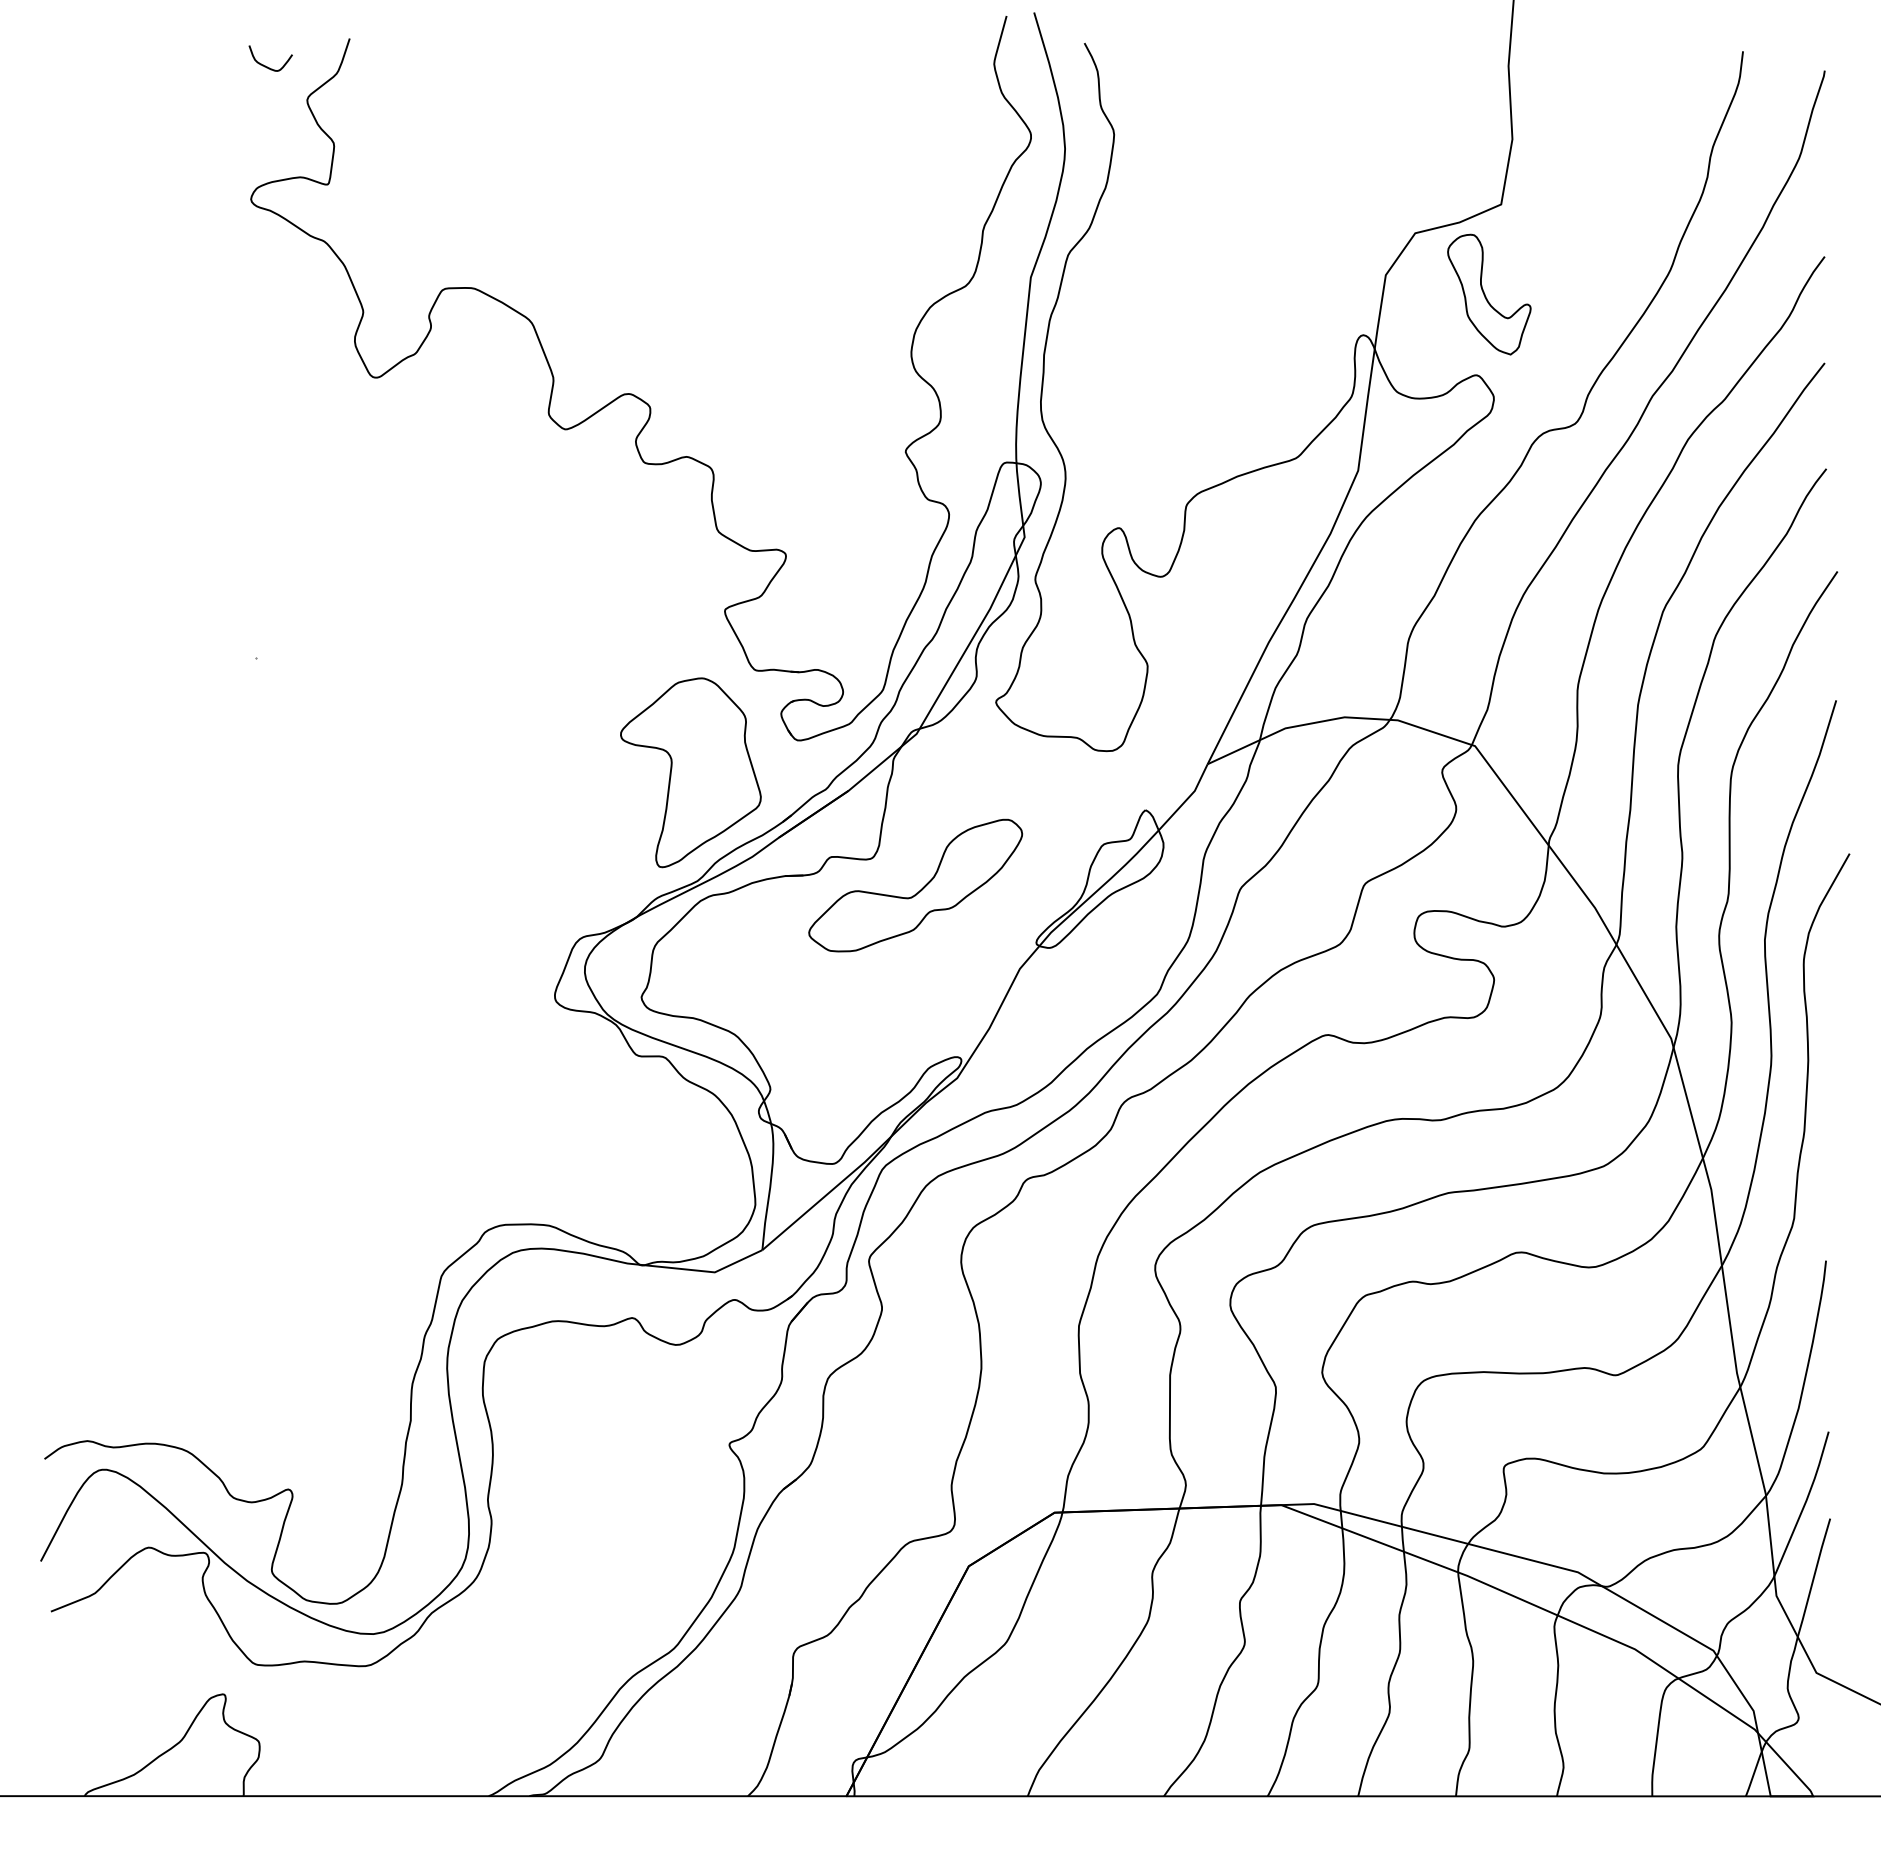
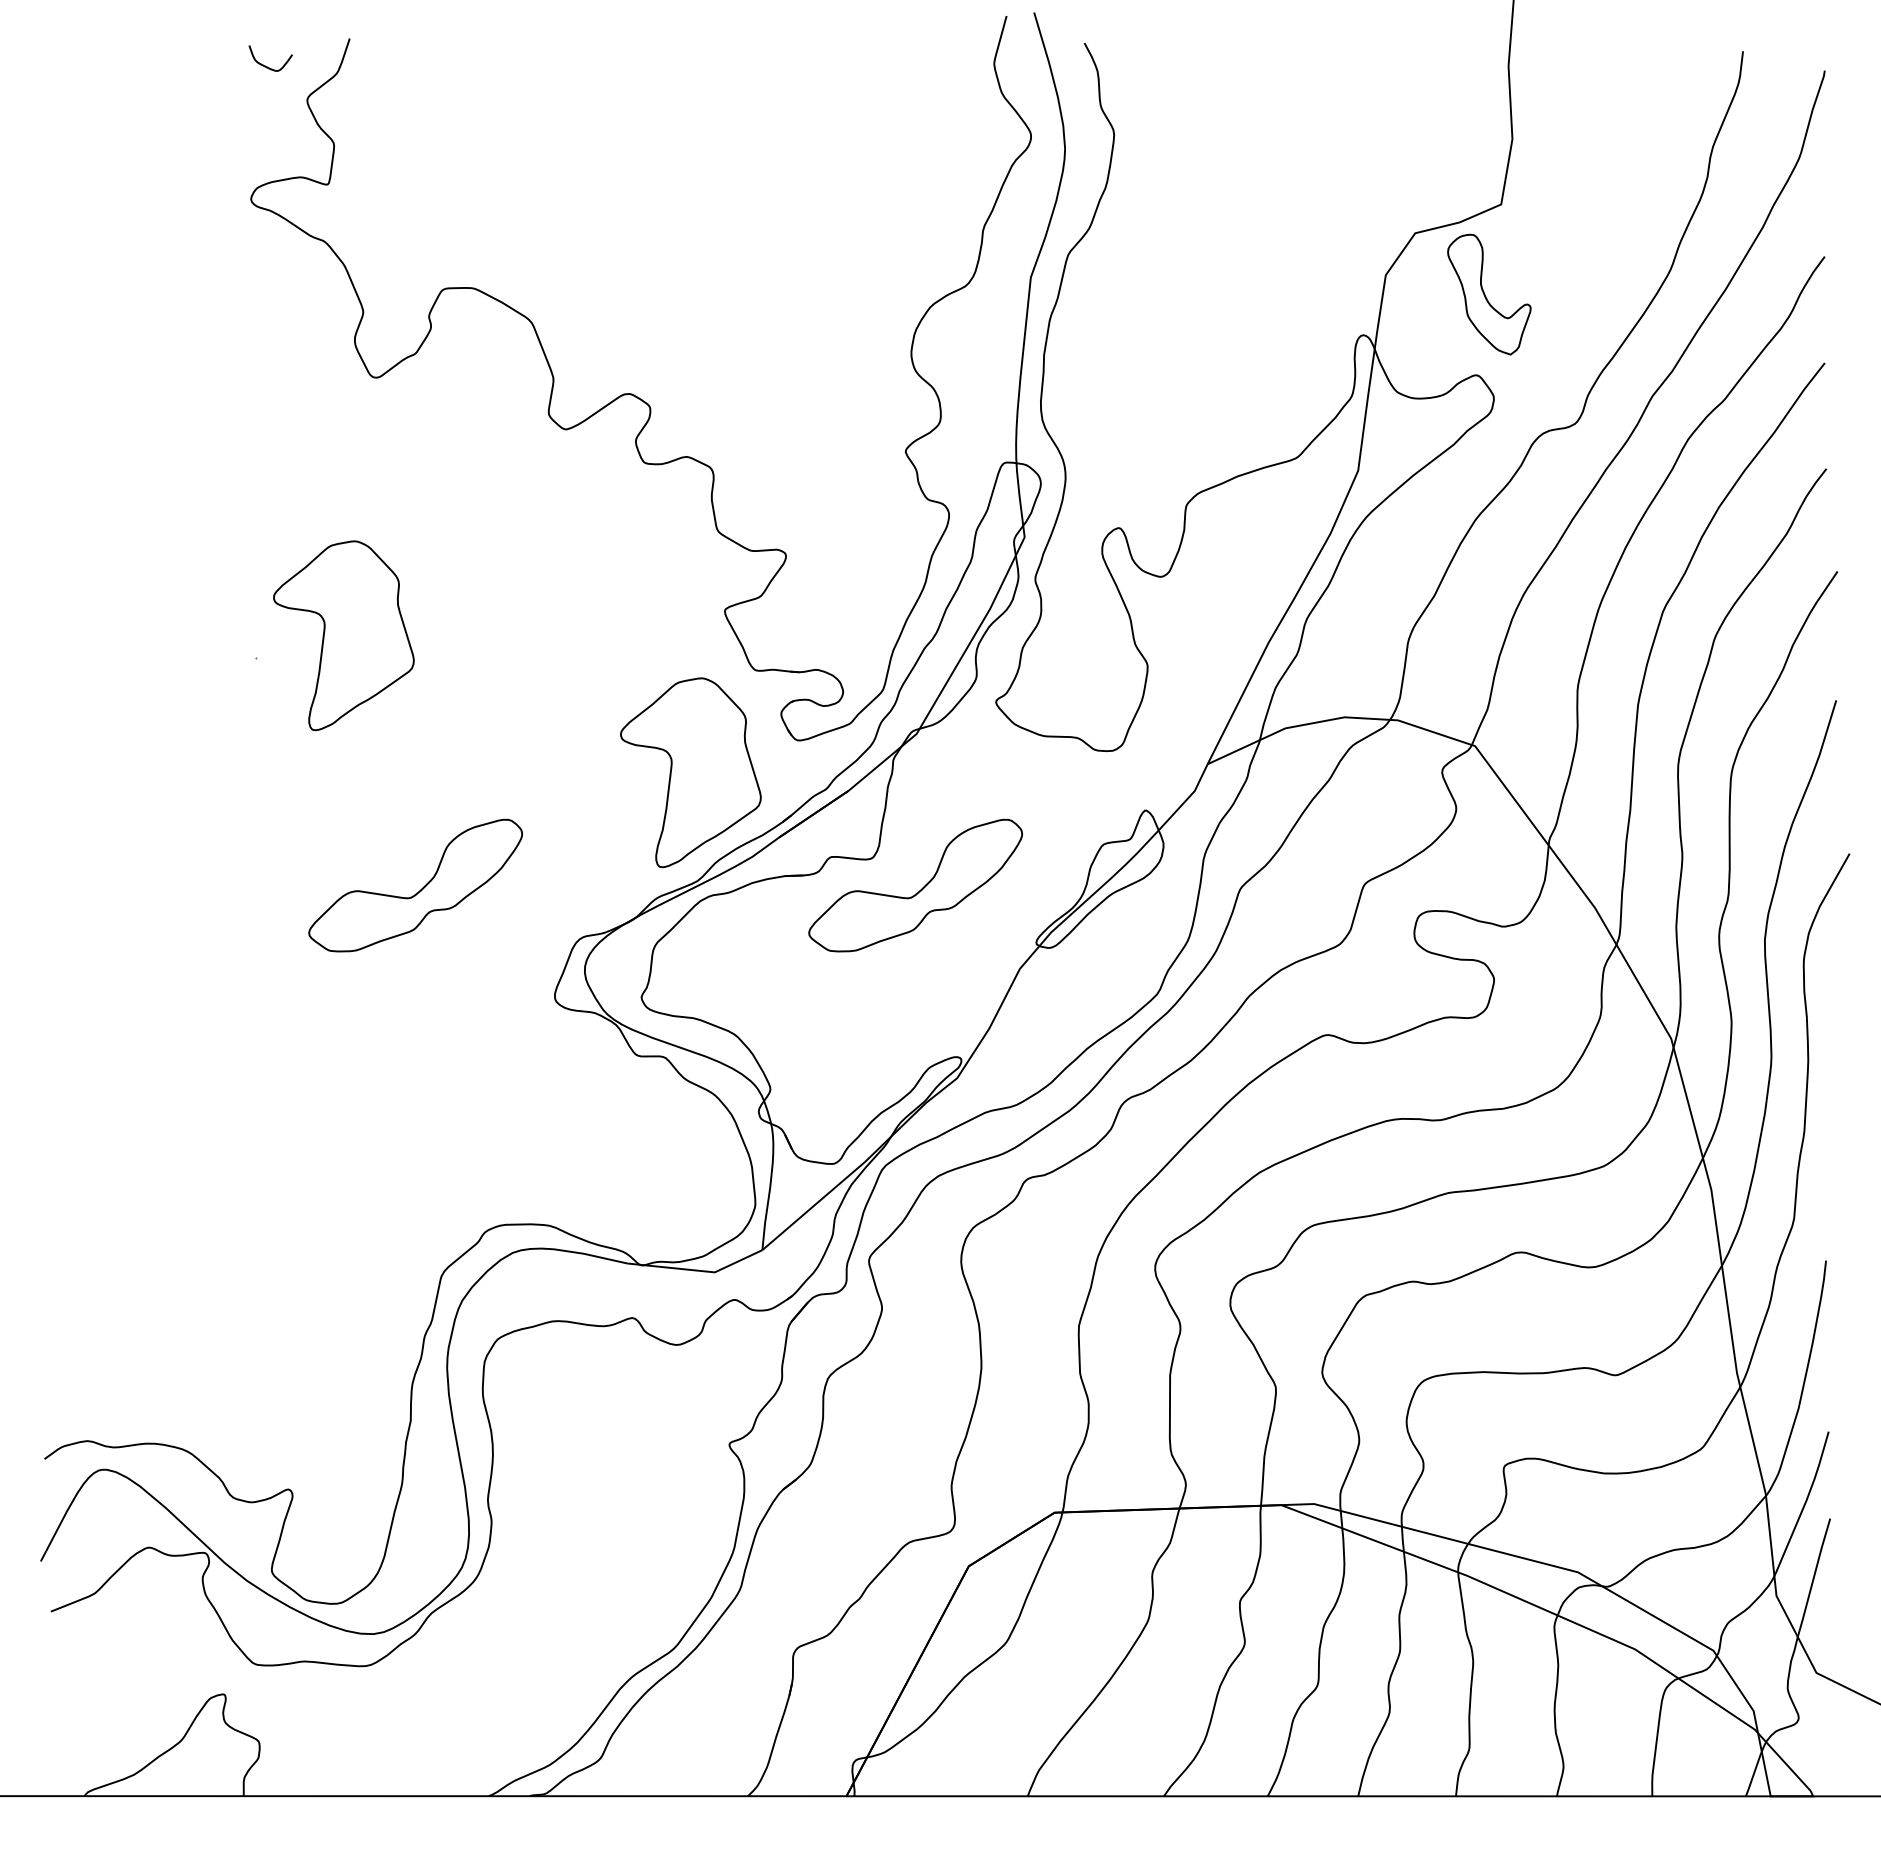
part at (343, 635): none -> present
part at (420, 889): none -> present
